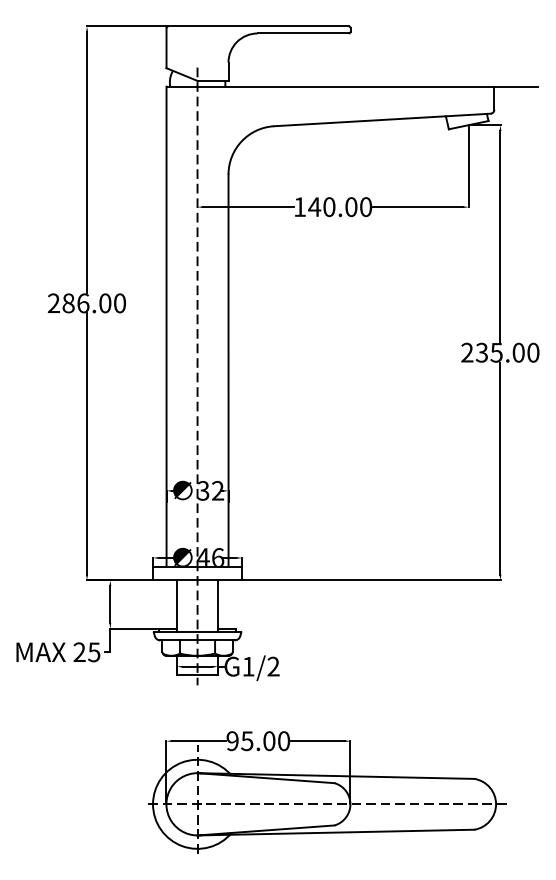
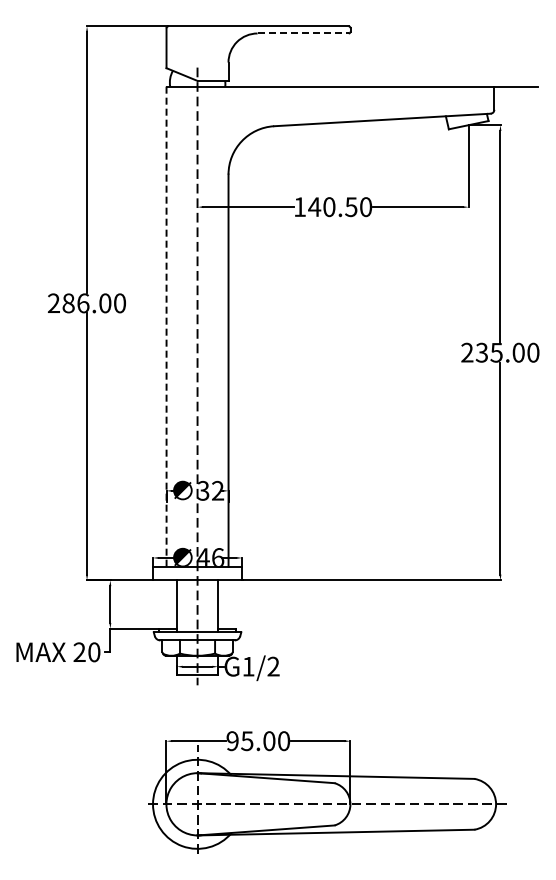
line at (303, 33): solid -> dashed
text at (351, 206): 140.00 -> 140.50
line at (166, 327): solid -> dashed
text at (94, 652): 25 -> 20
